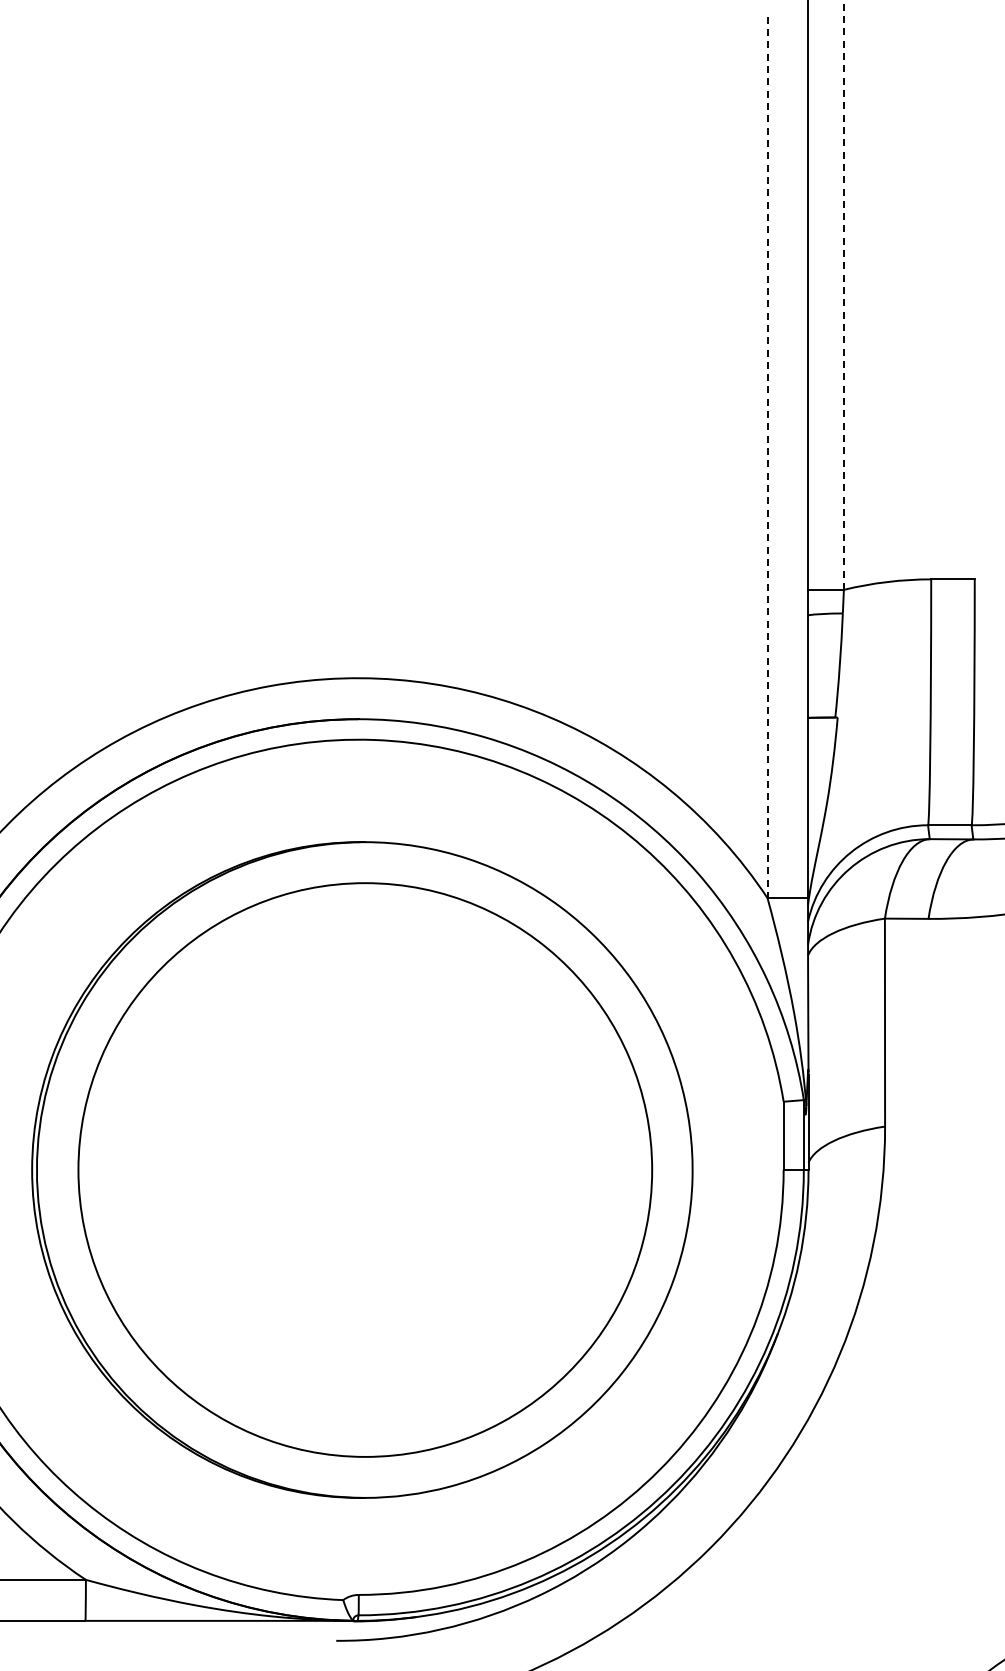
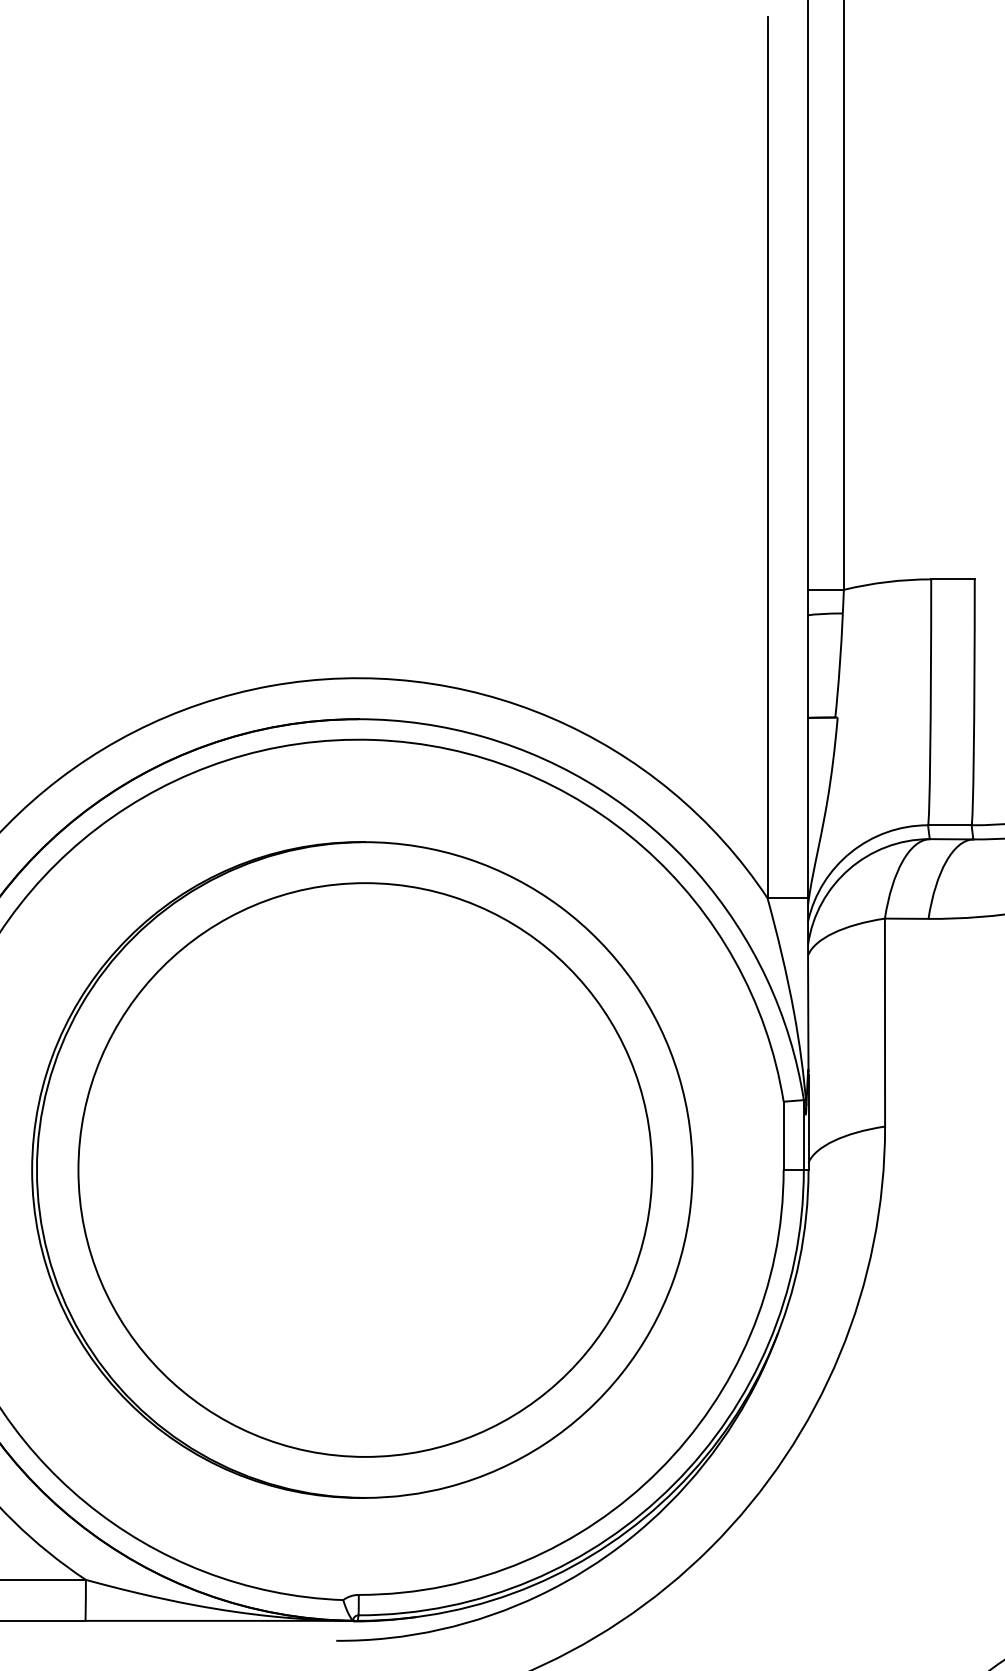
line at (843, 295): dashed -> solid
line at (767, 457): dashed -> solid
